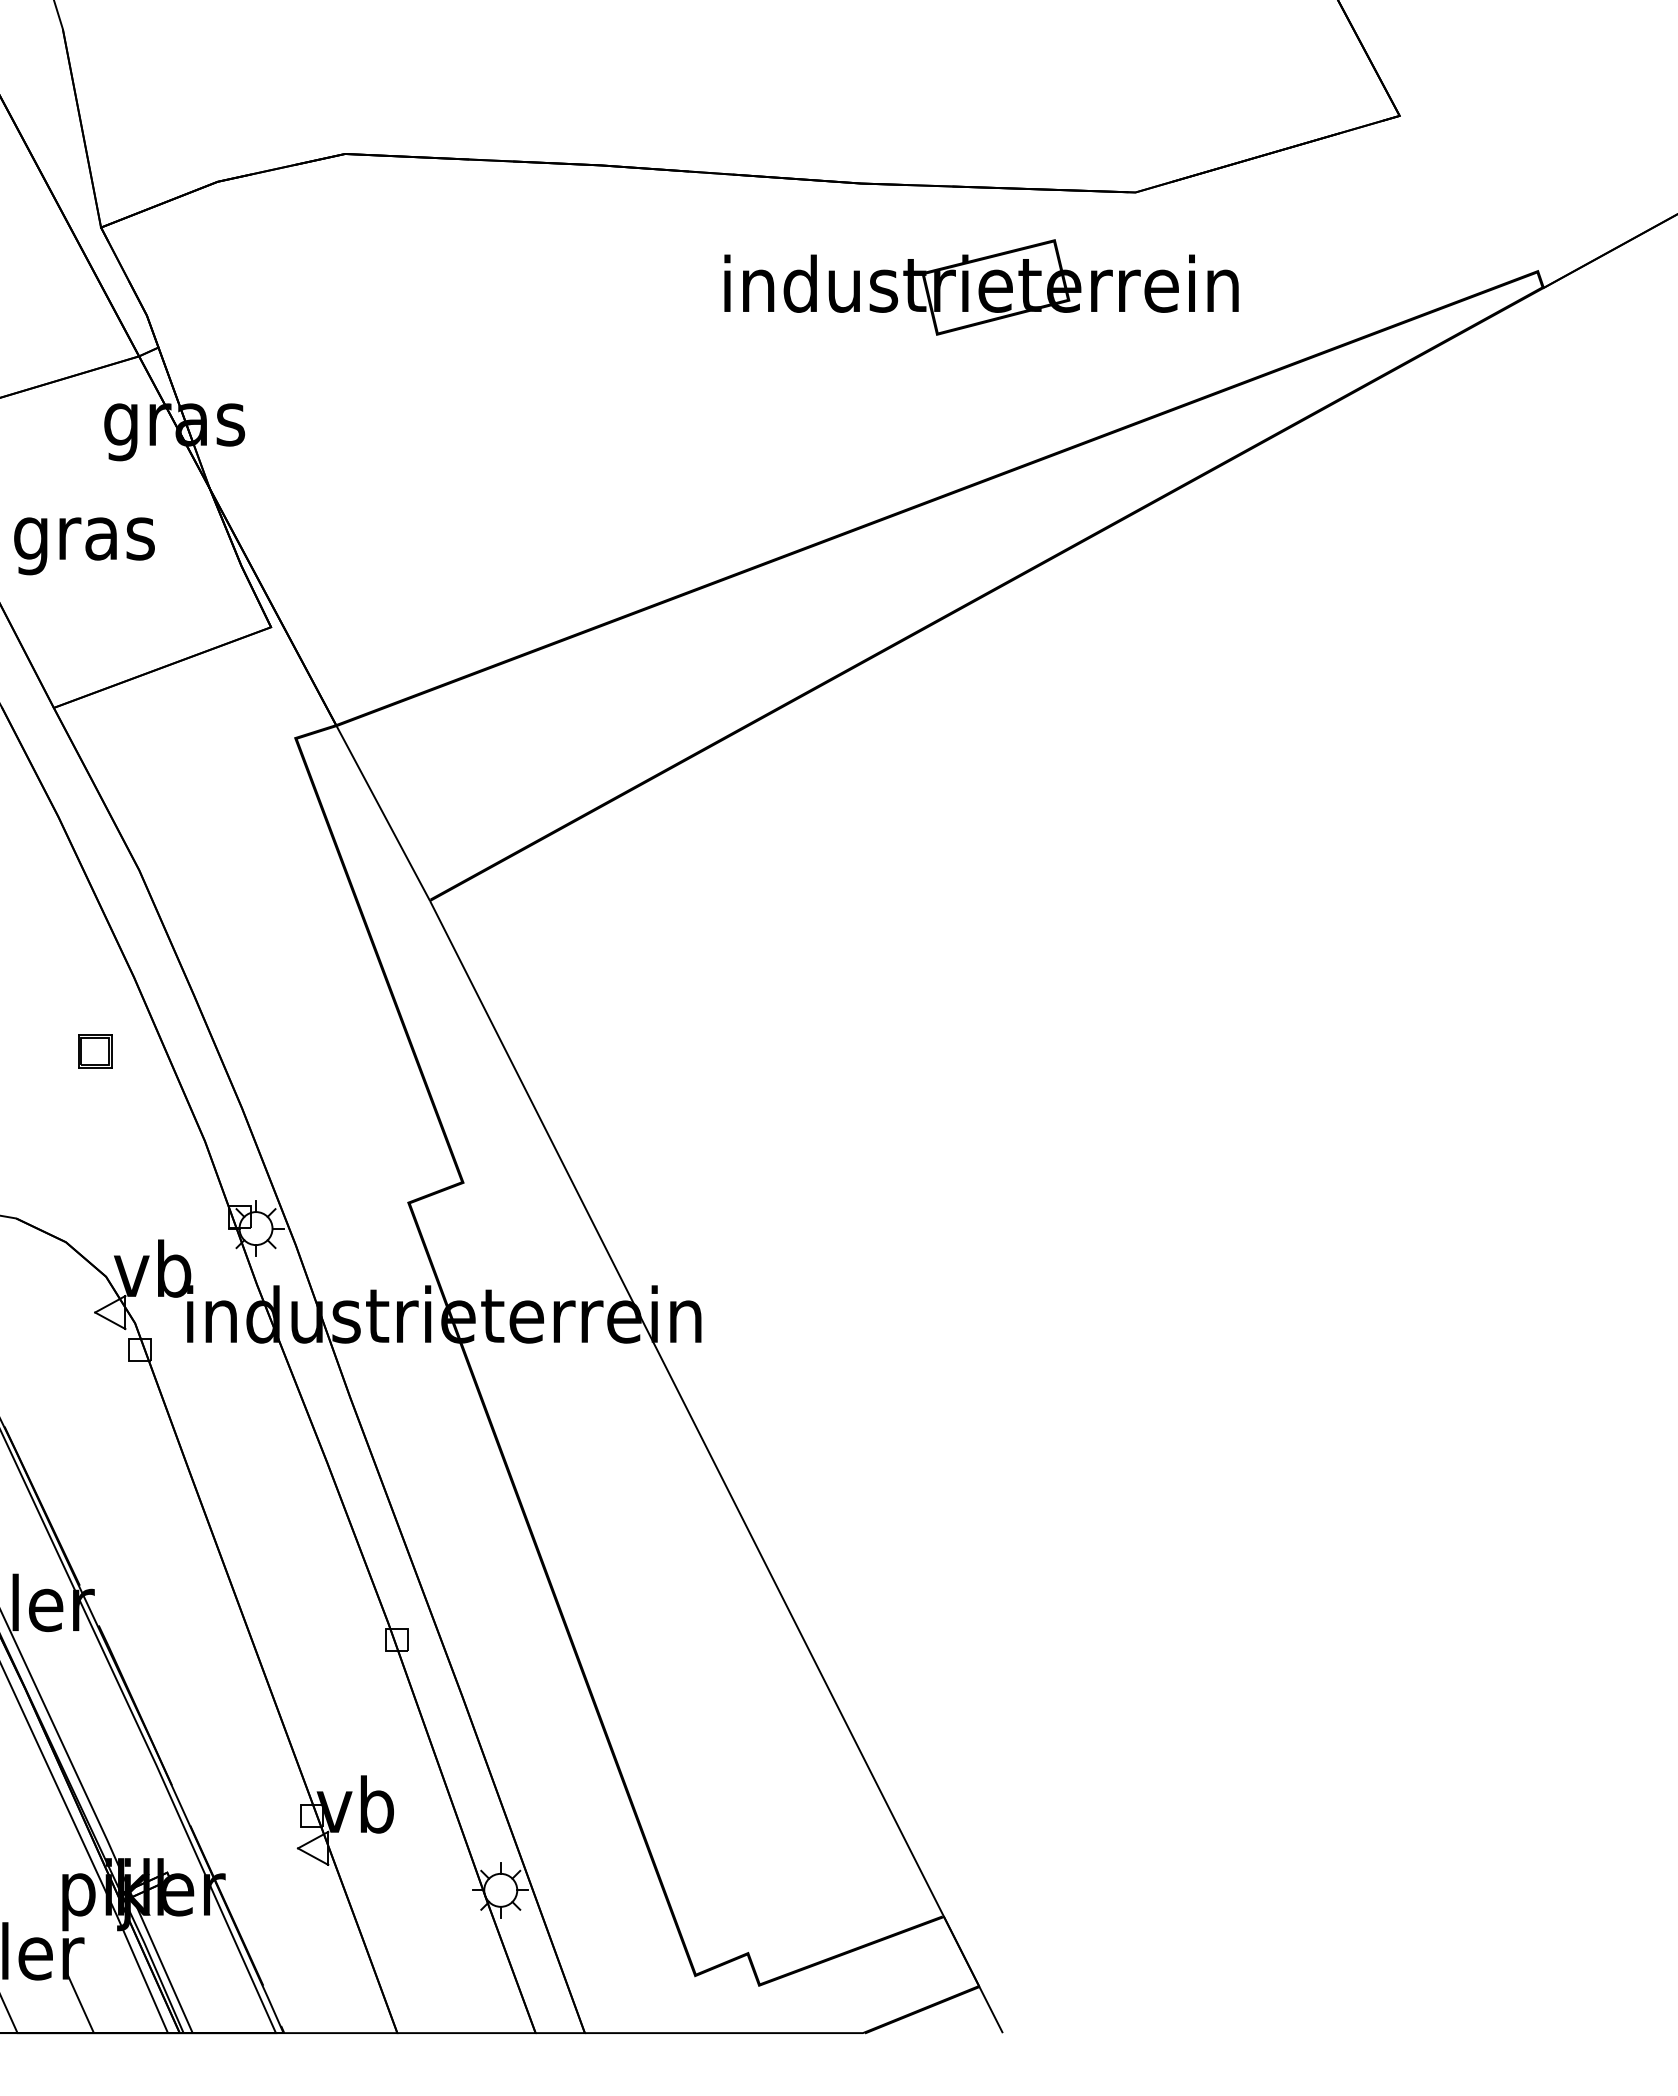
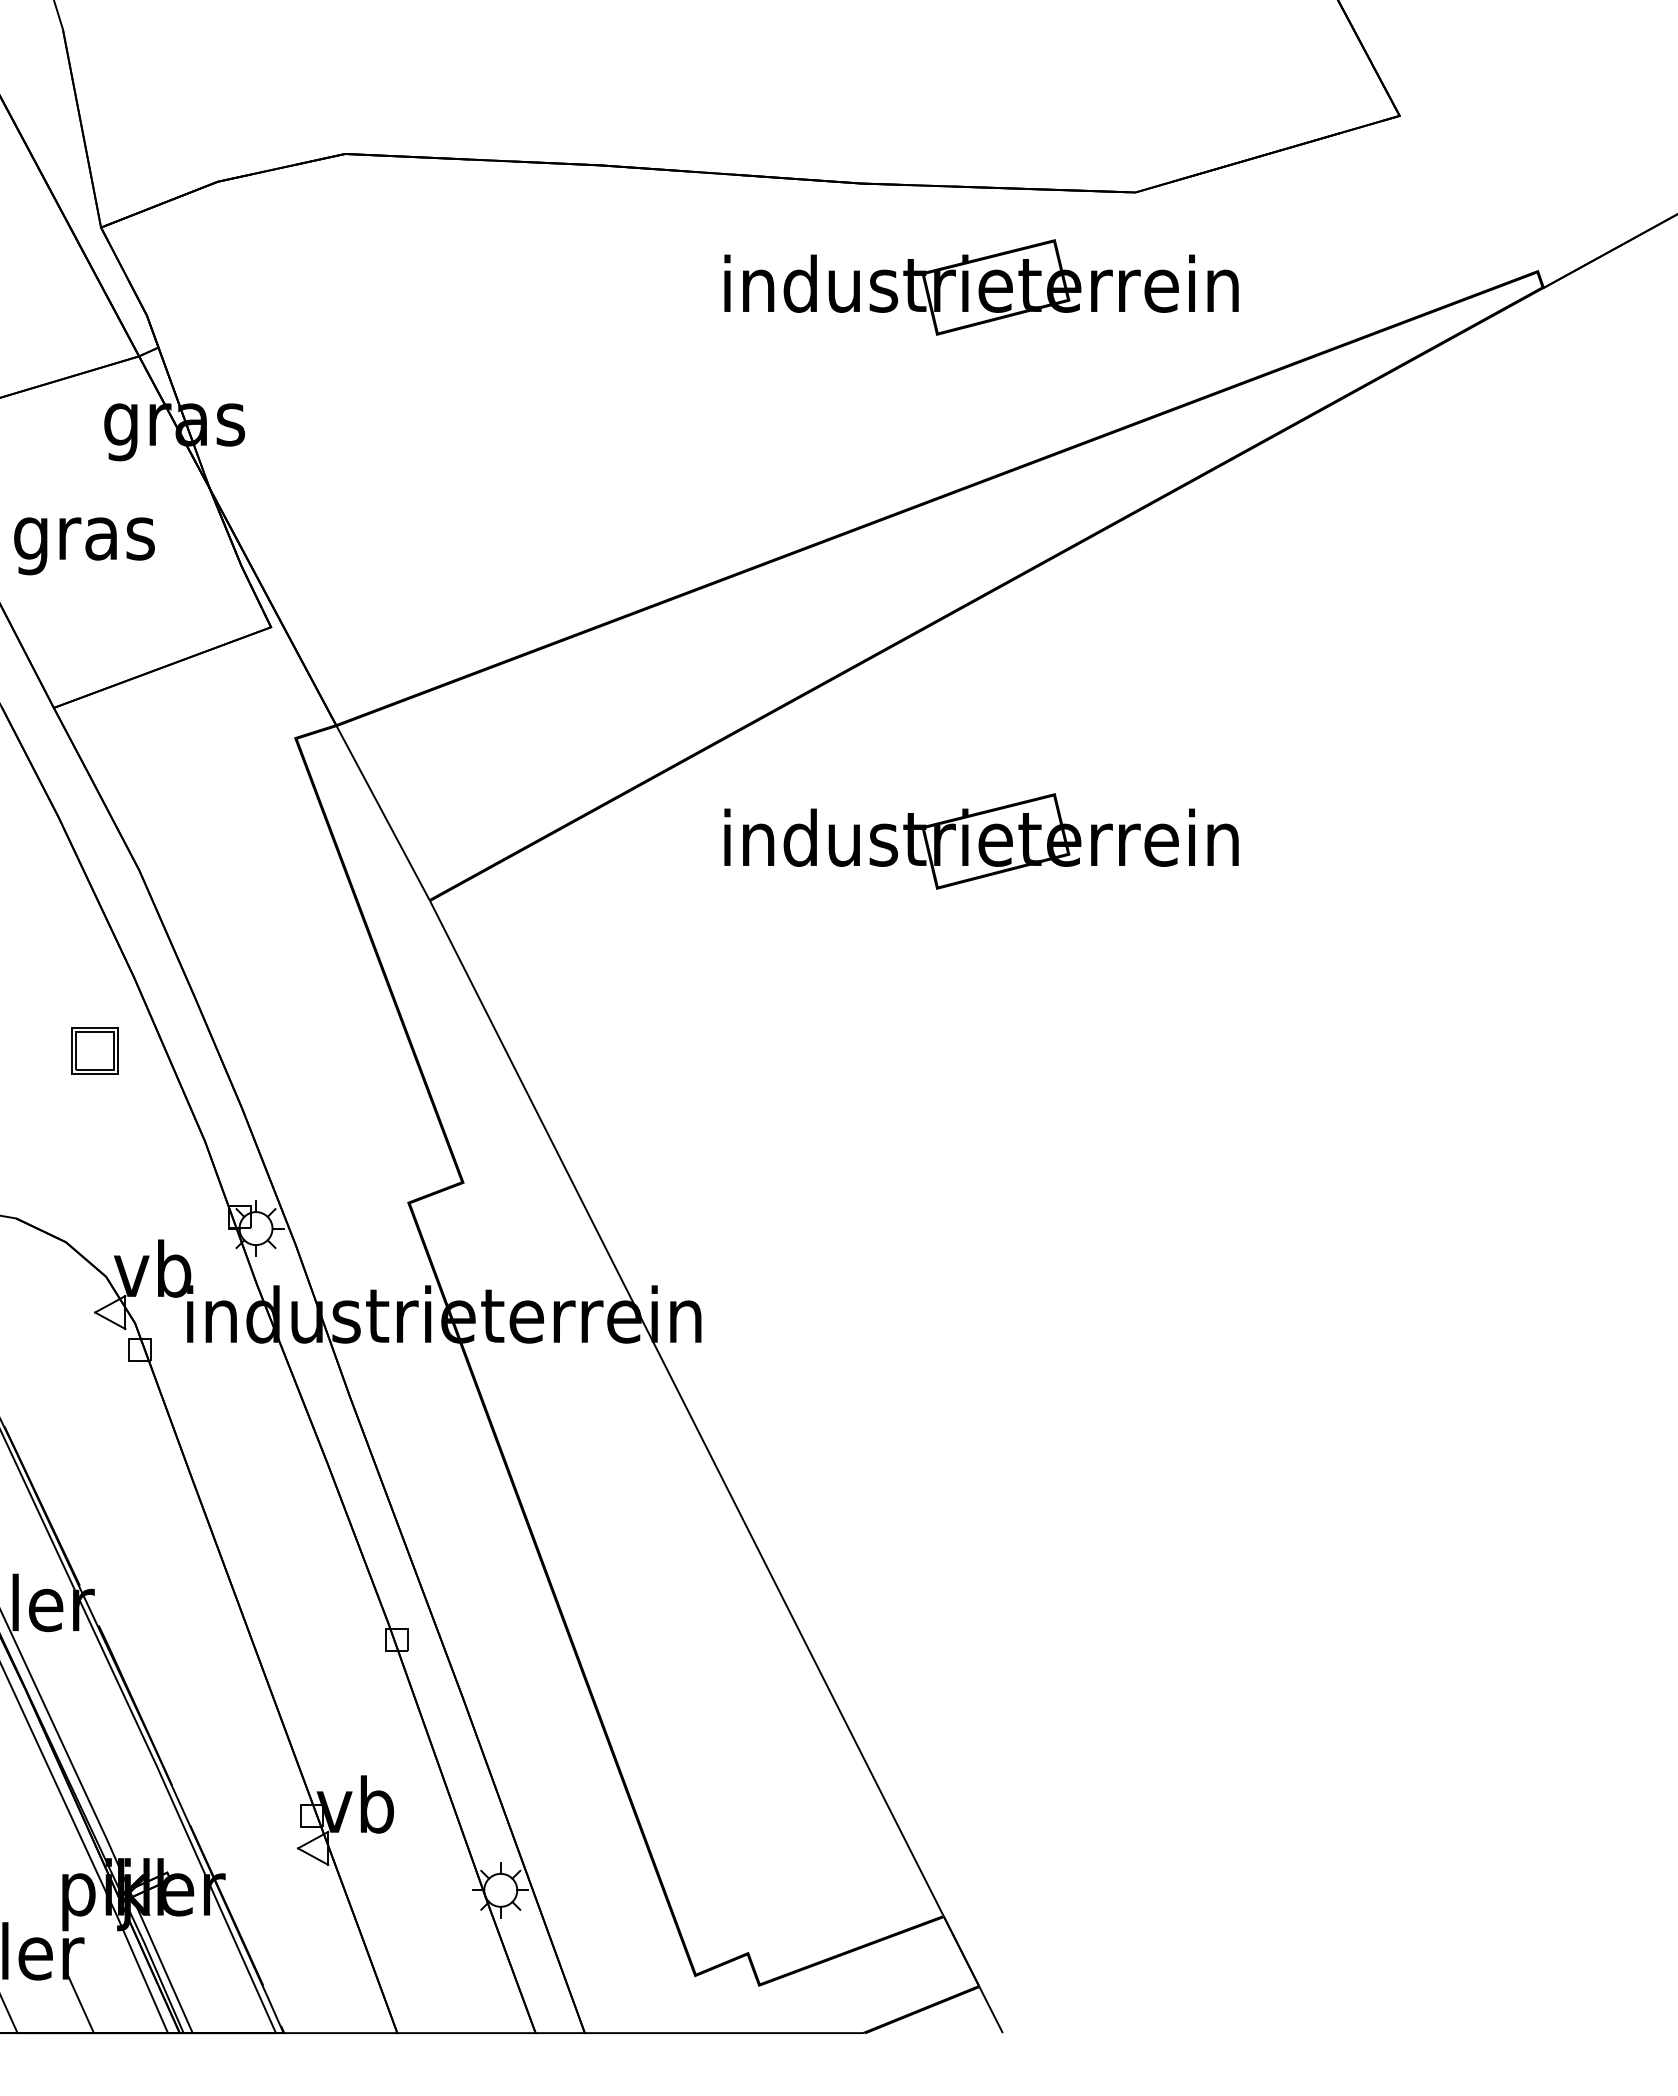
part at (981, 841): none -> present
part at (95, 1051) size: 35x35 px -> 48x48 px
